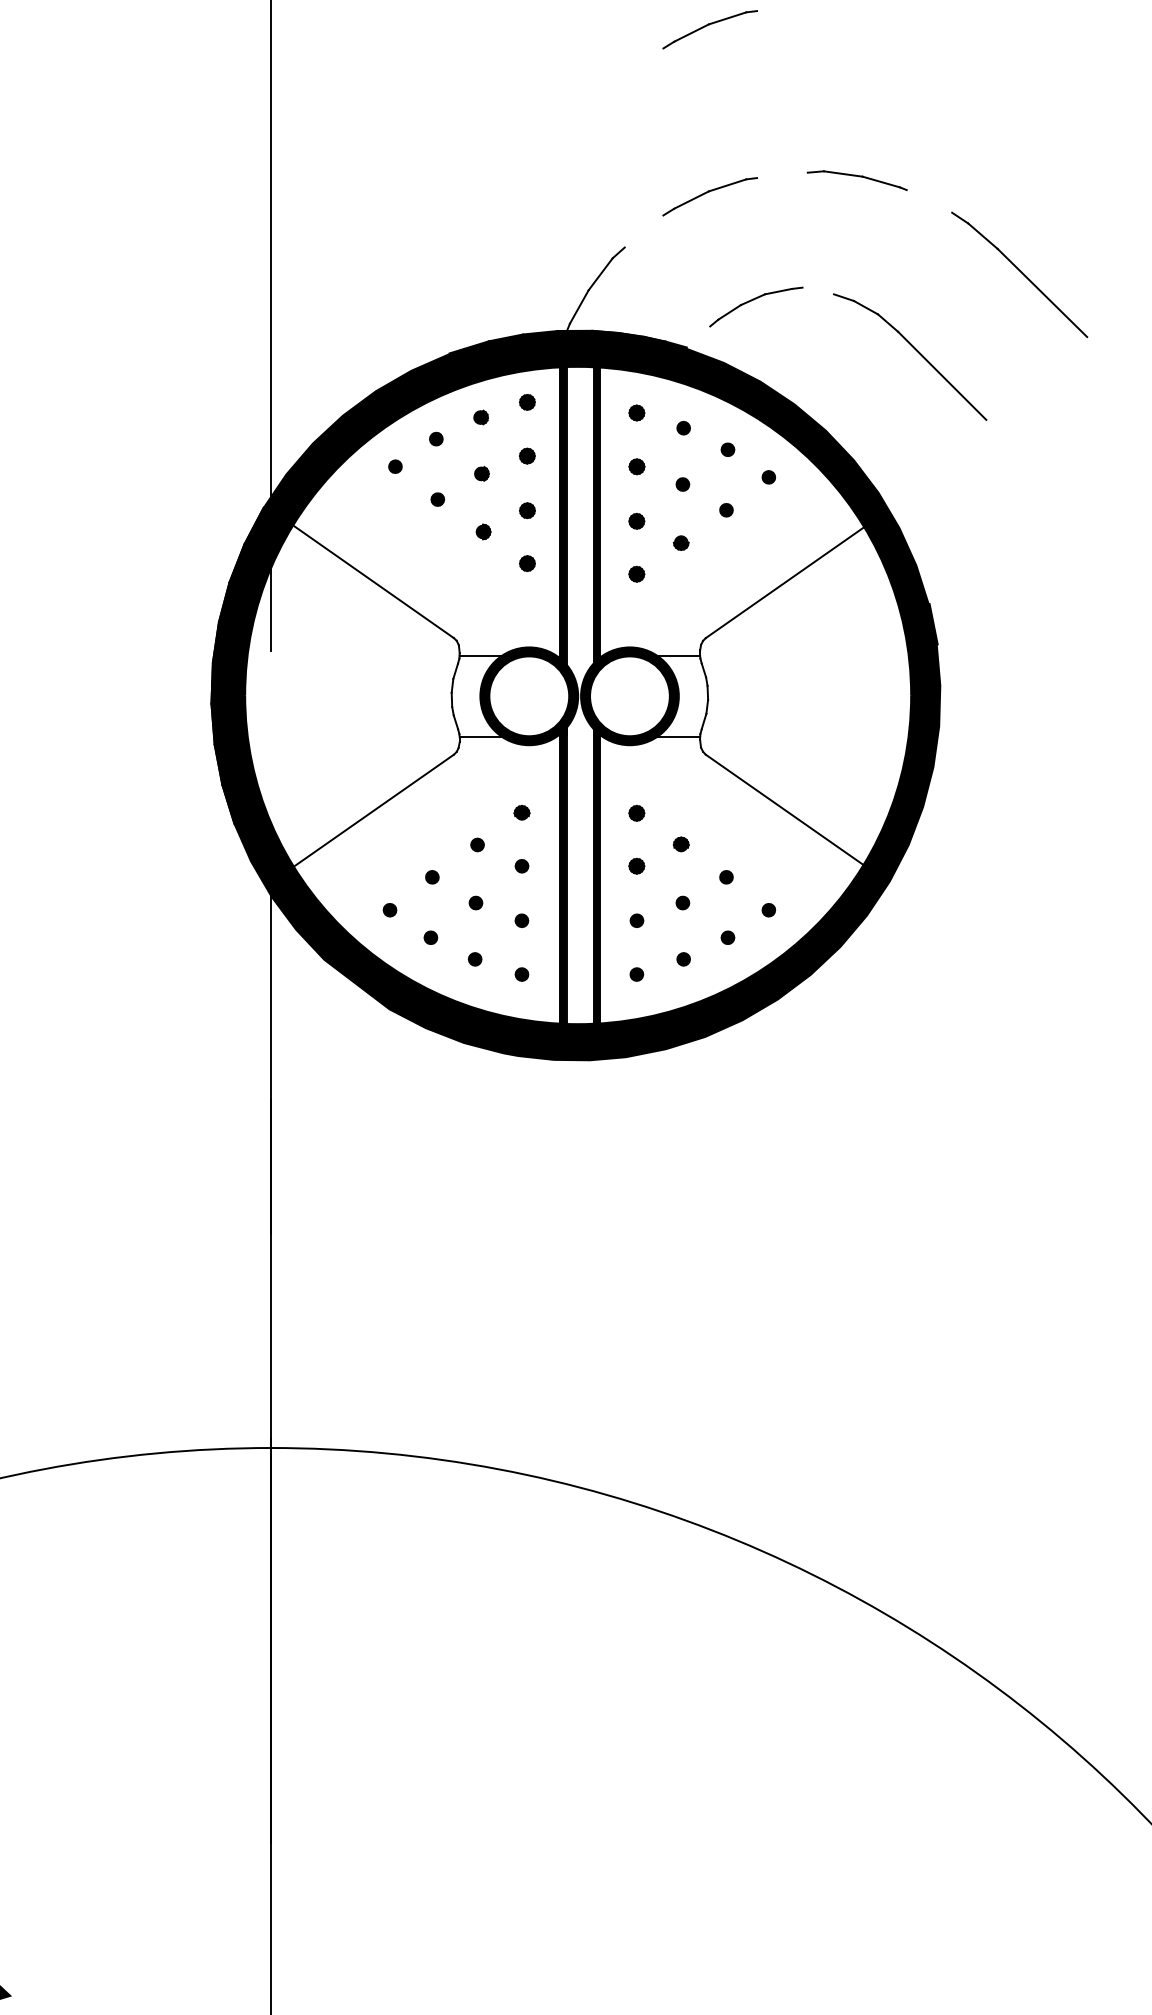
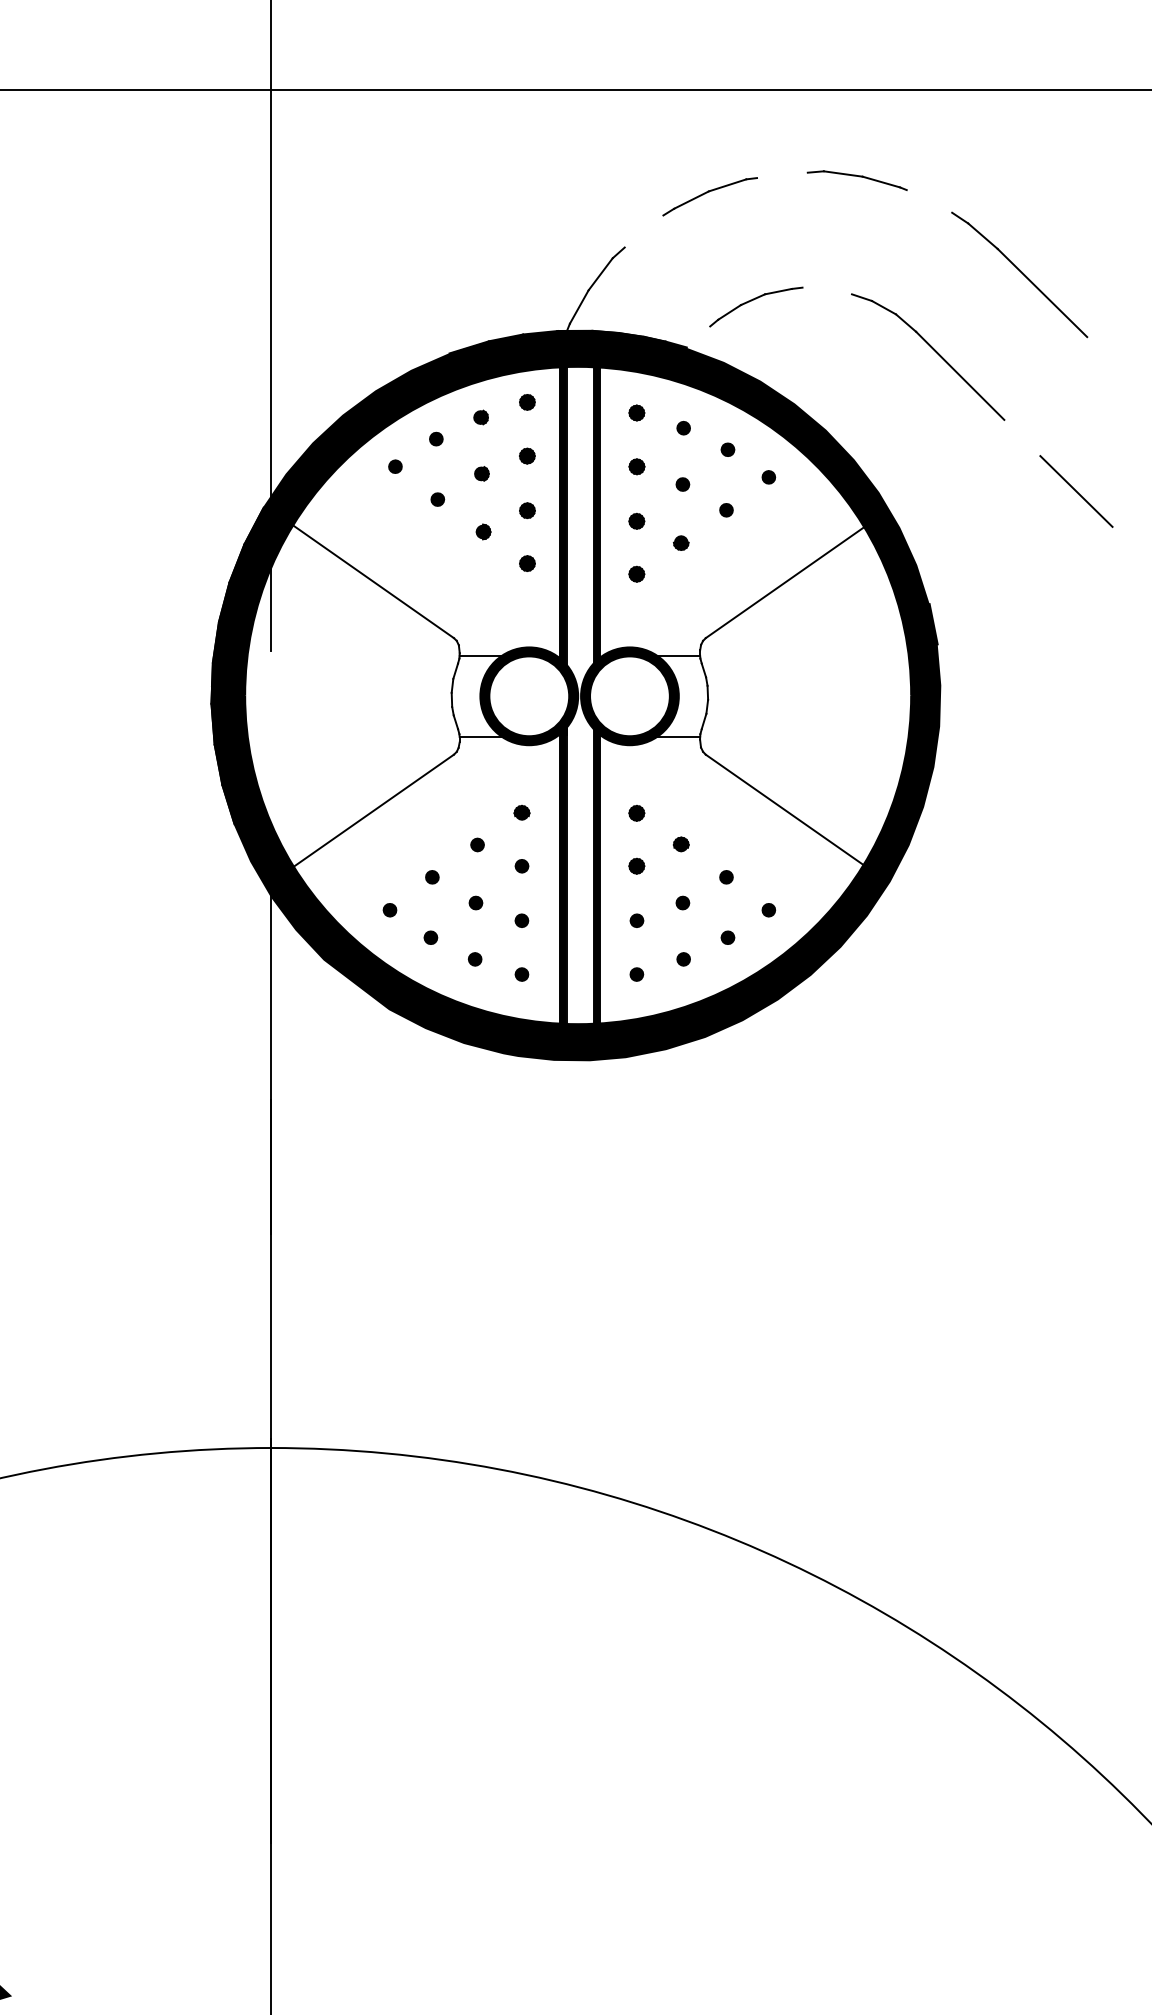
part at (709, 29): present -> none
line at (575, 90): none -> present
part at (915, 350) position: (915, 350) -> (933, 350)
line at (1076, 491): none -> present
